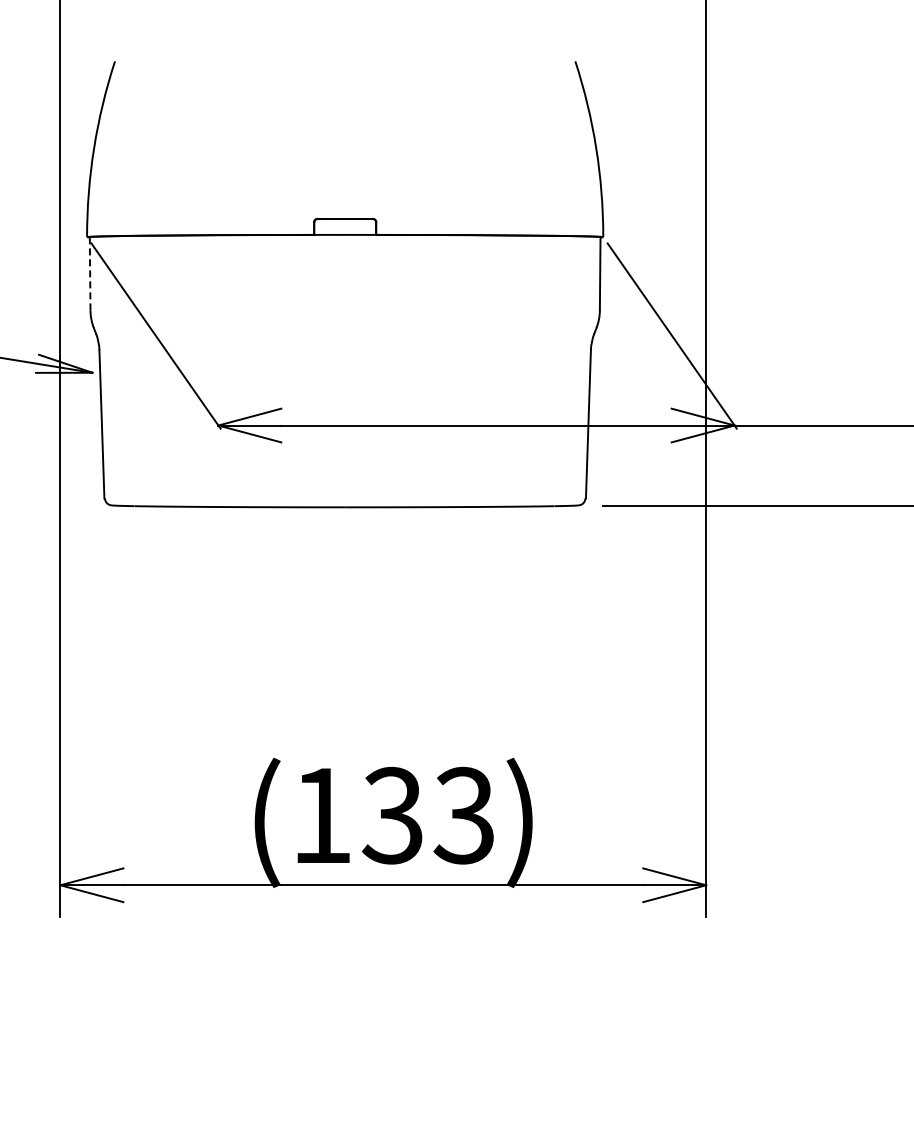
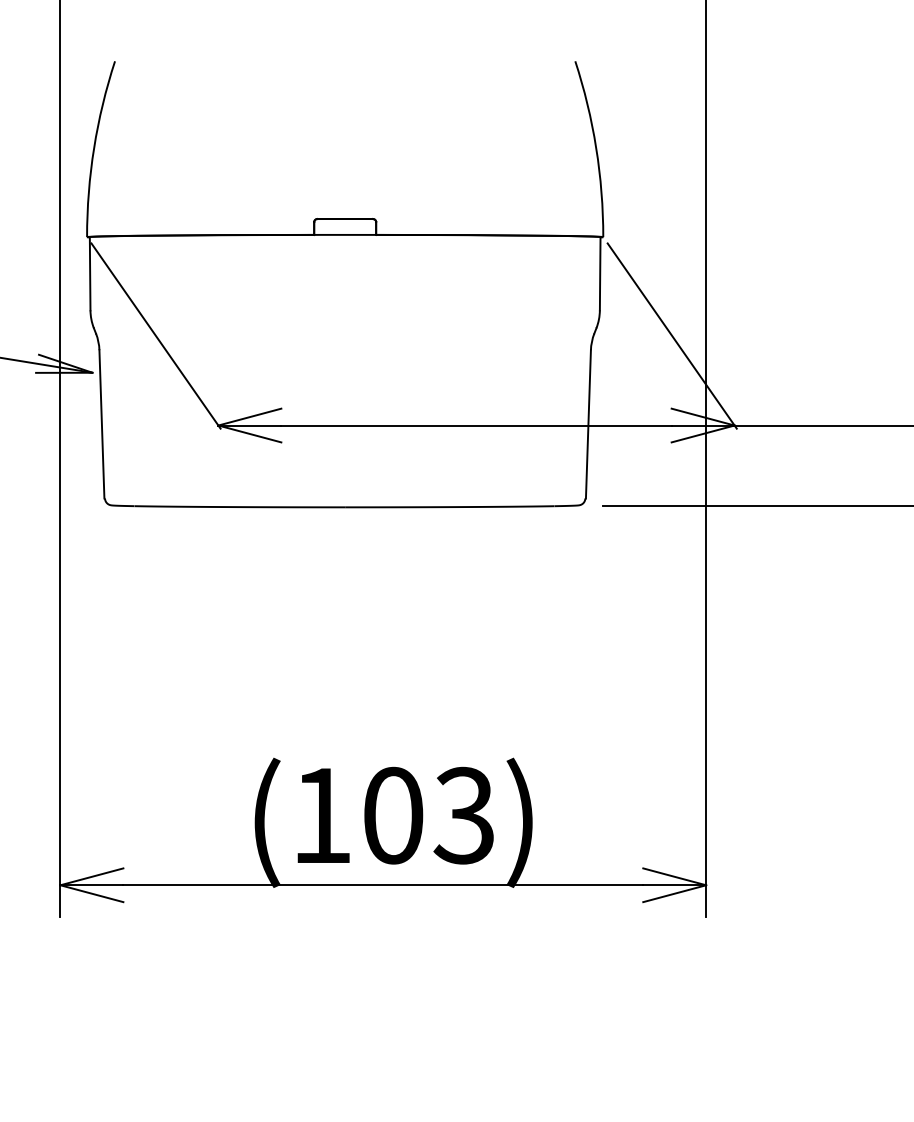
line at (90, 273): dashed -> solid
text at (392, 815): (133) -> (103)
